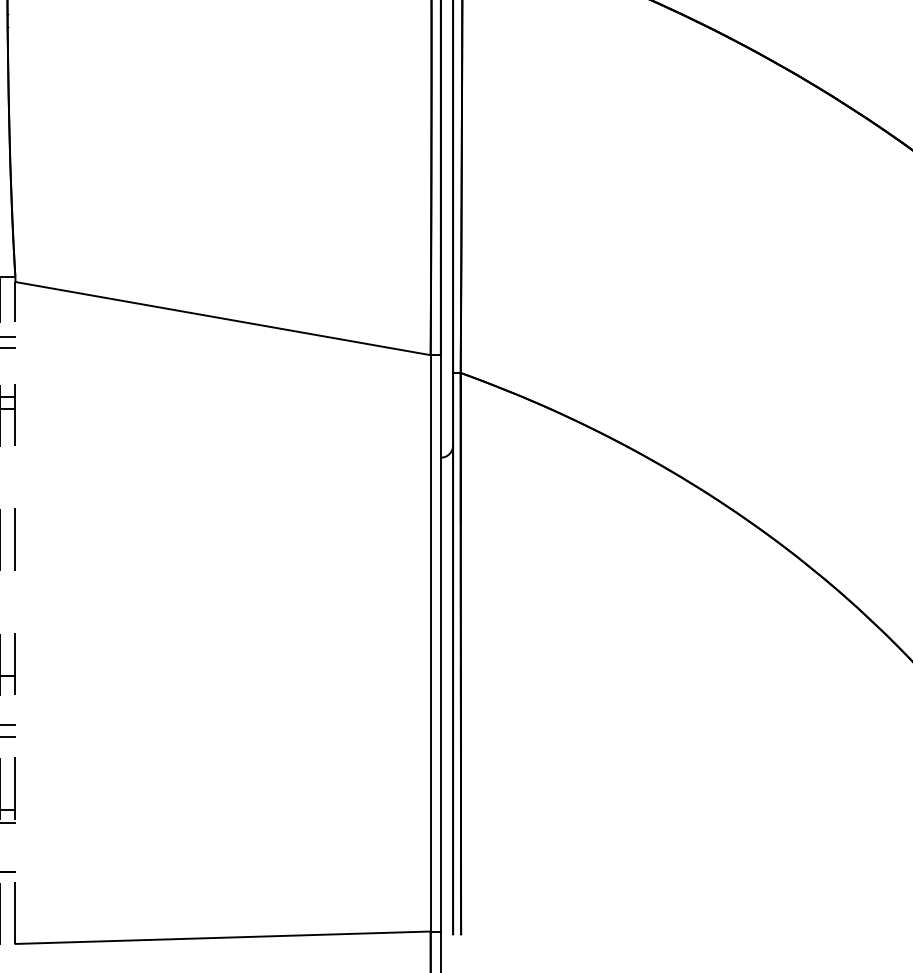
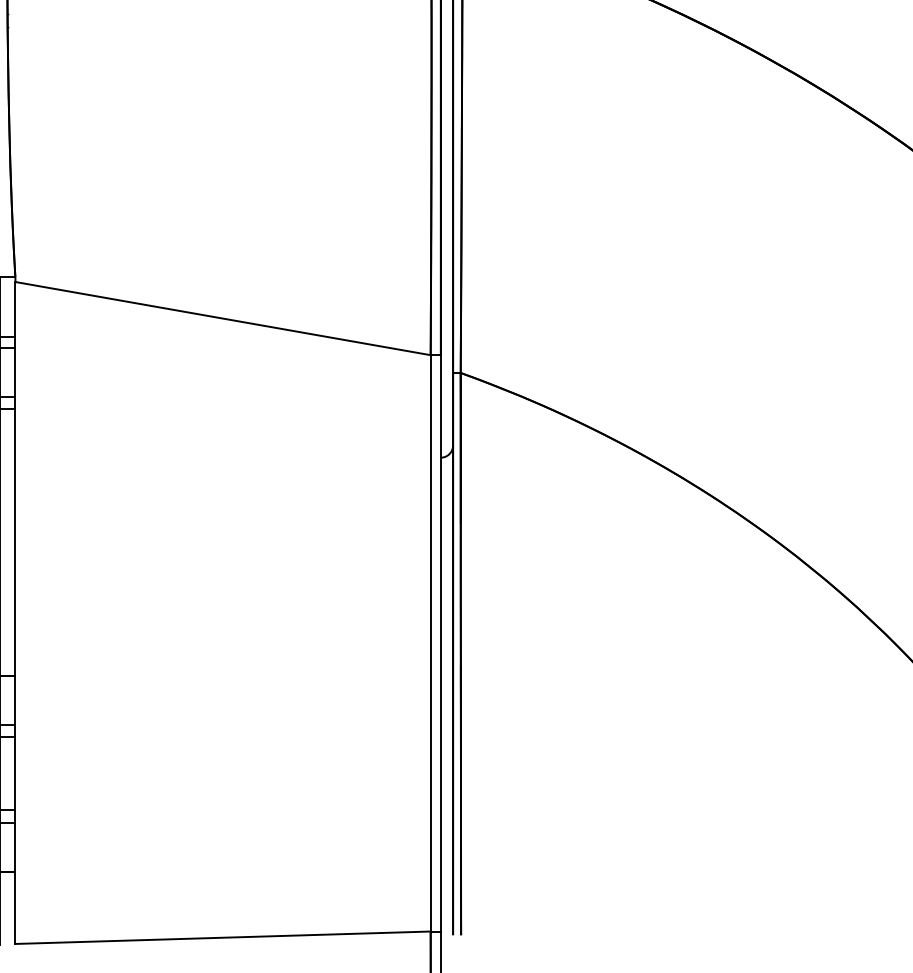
line at (0, 610): dashed -> solid
line at (15, 612): dashed -> solid
